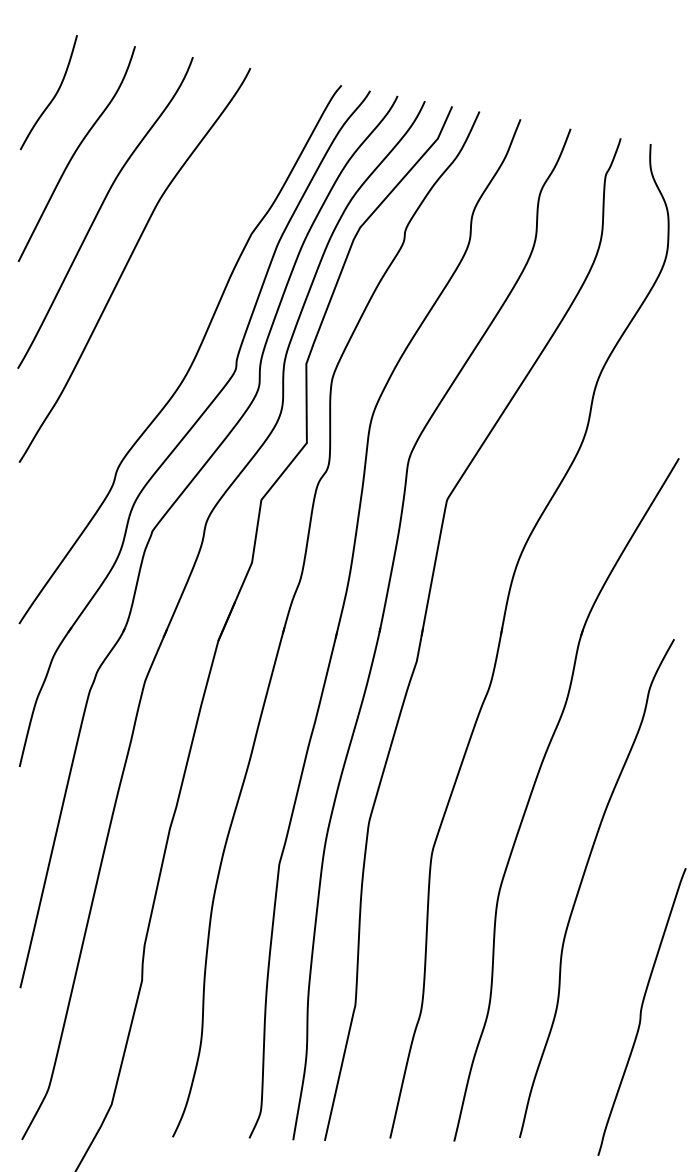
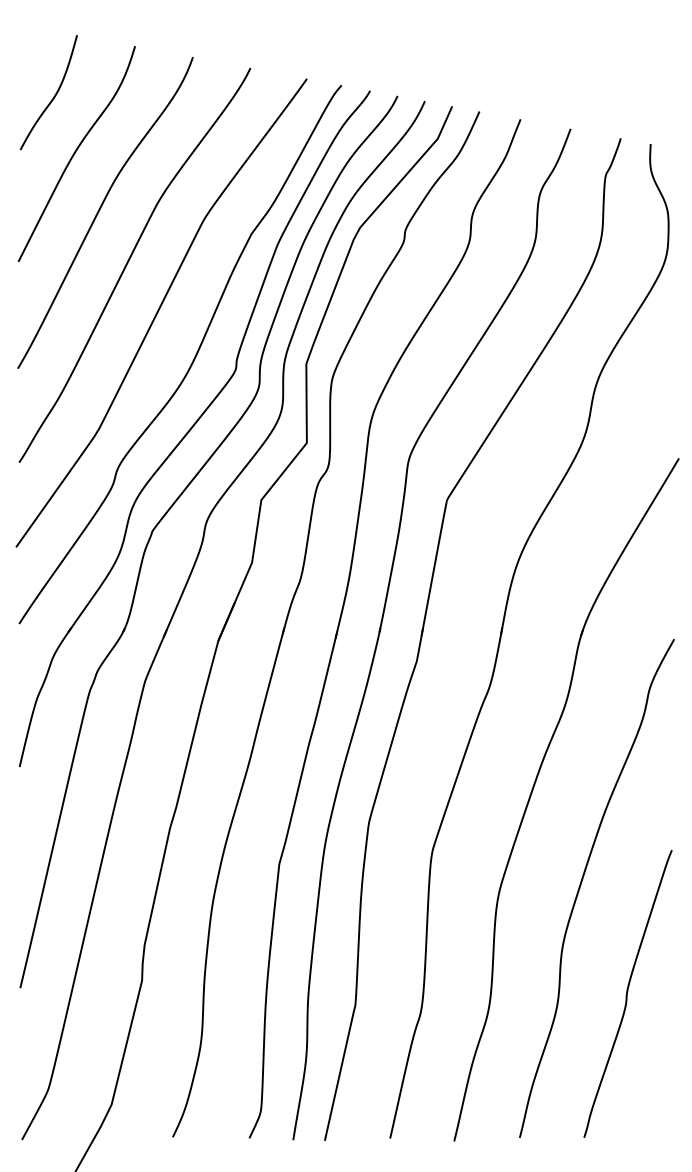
curve at (159, 310): none -> present
curve at (641, 1011) position: (641, 1011) -> (627, 993)
